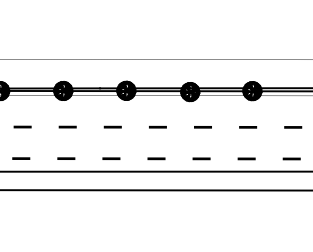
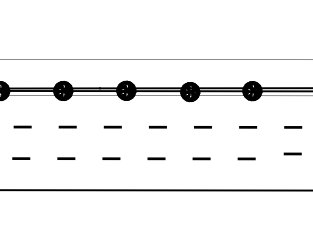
line at (291, 158) position: (291, 158) -> (292, 153)
line at (155, 171): present -> none
